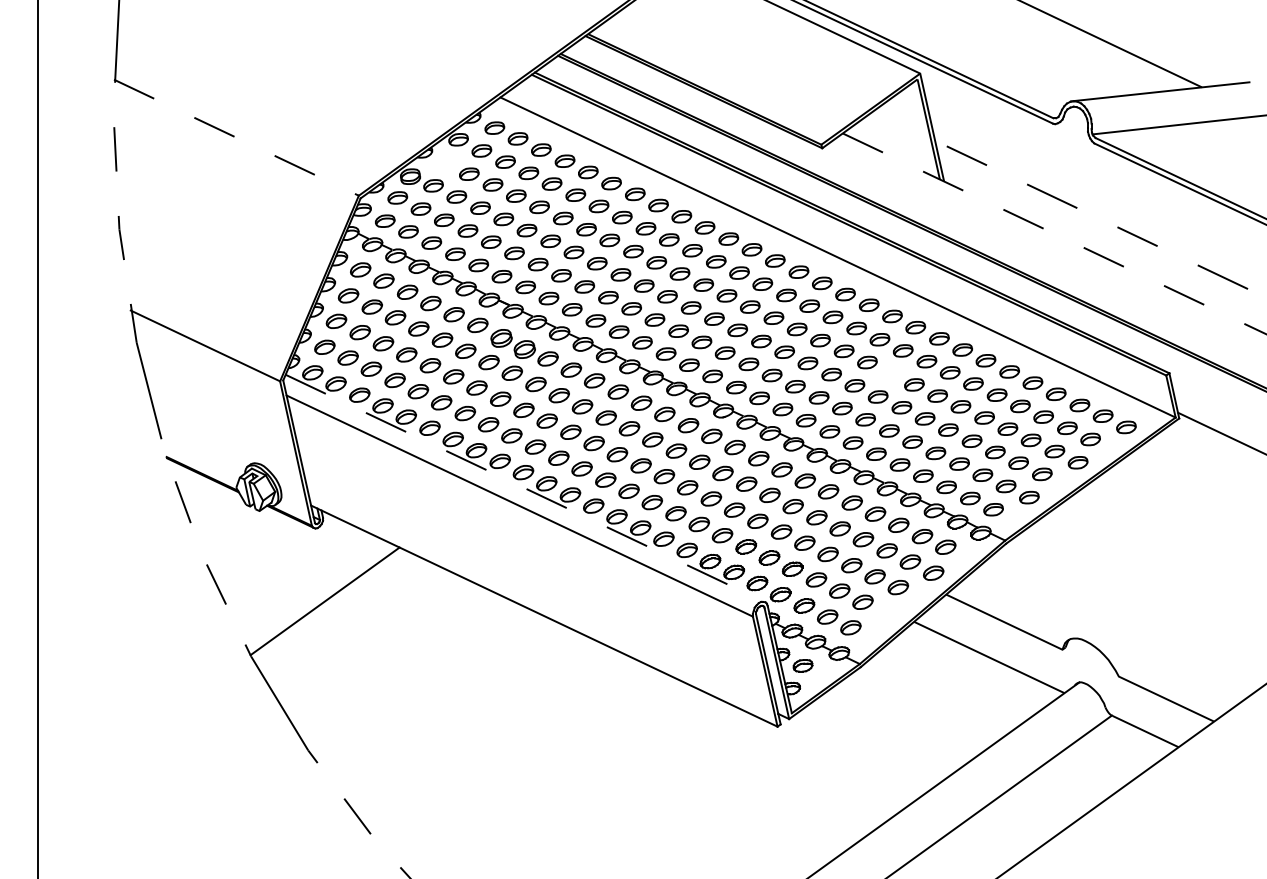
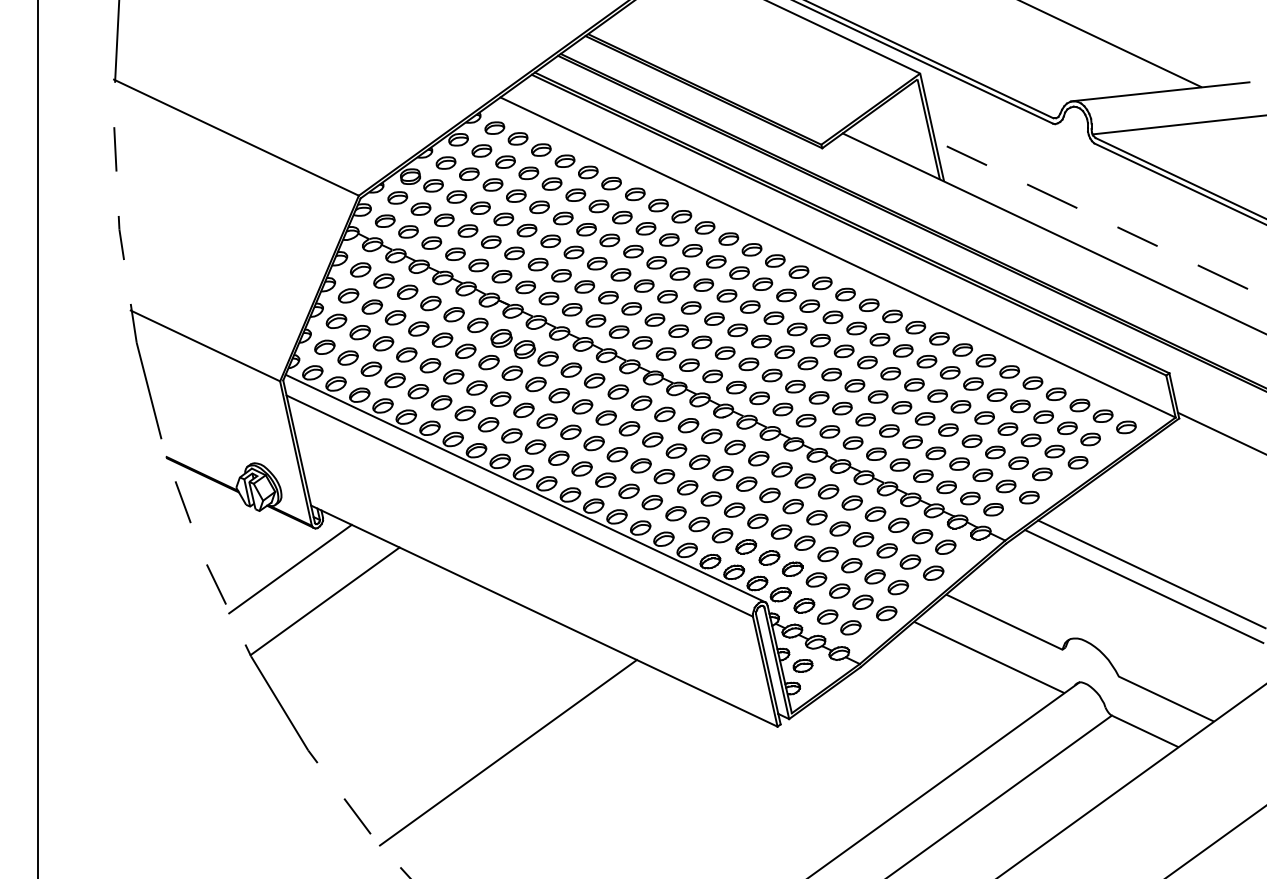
line at (236, 137): dashed -> solid
part at (445, 162): none -> present
line at (1054, 234): dashed -> solid
part at (890, 373): none -> present
line at (525, 488): dashed -> solid
line at (290, 568): none -> present
line at (1150, 573): none -> present
line at (1144, 586): none -> present
part at (886, 613): none -> present
line at (507, 752): none -> present
line at (1216, 841): none -> present
